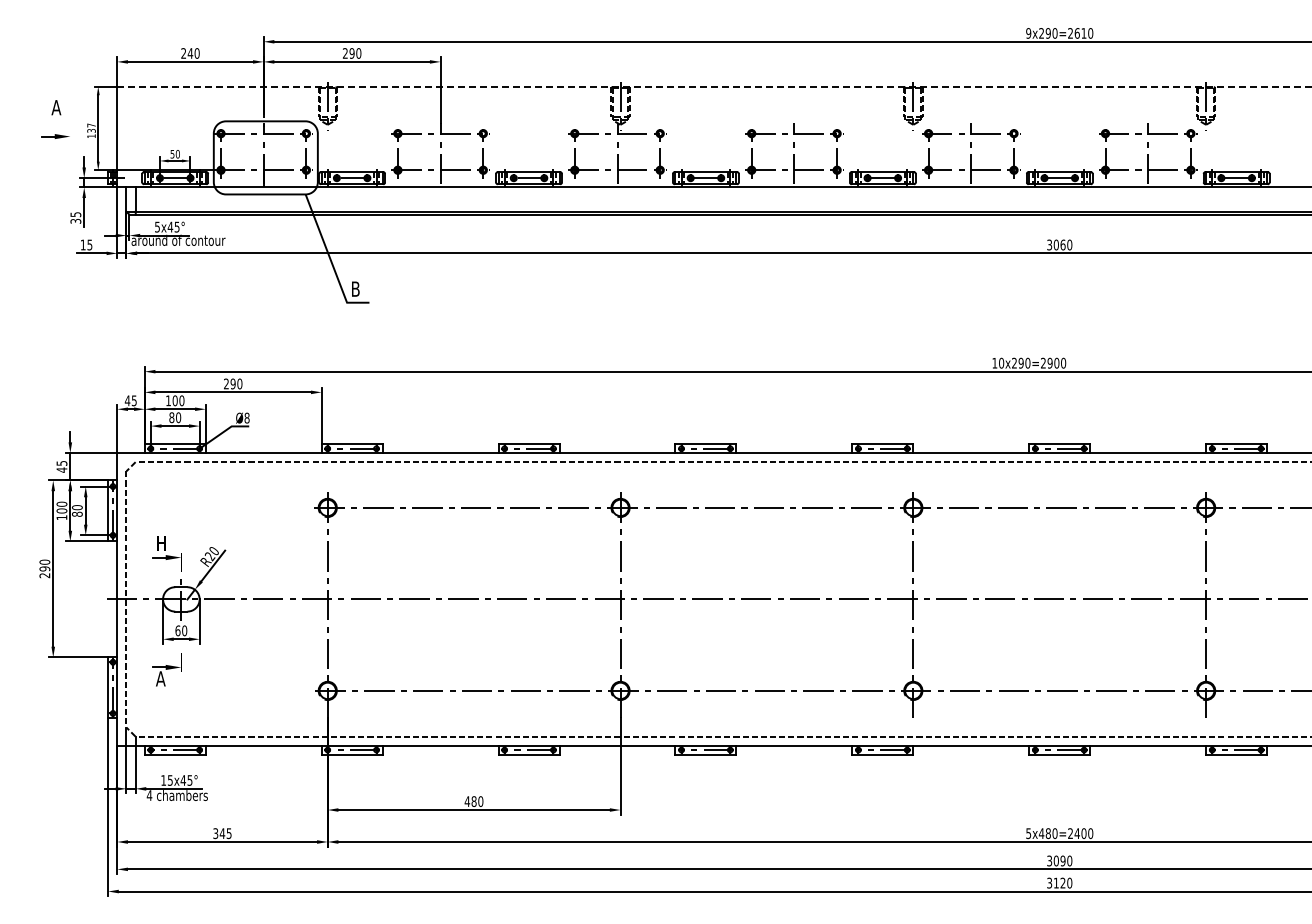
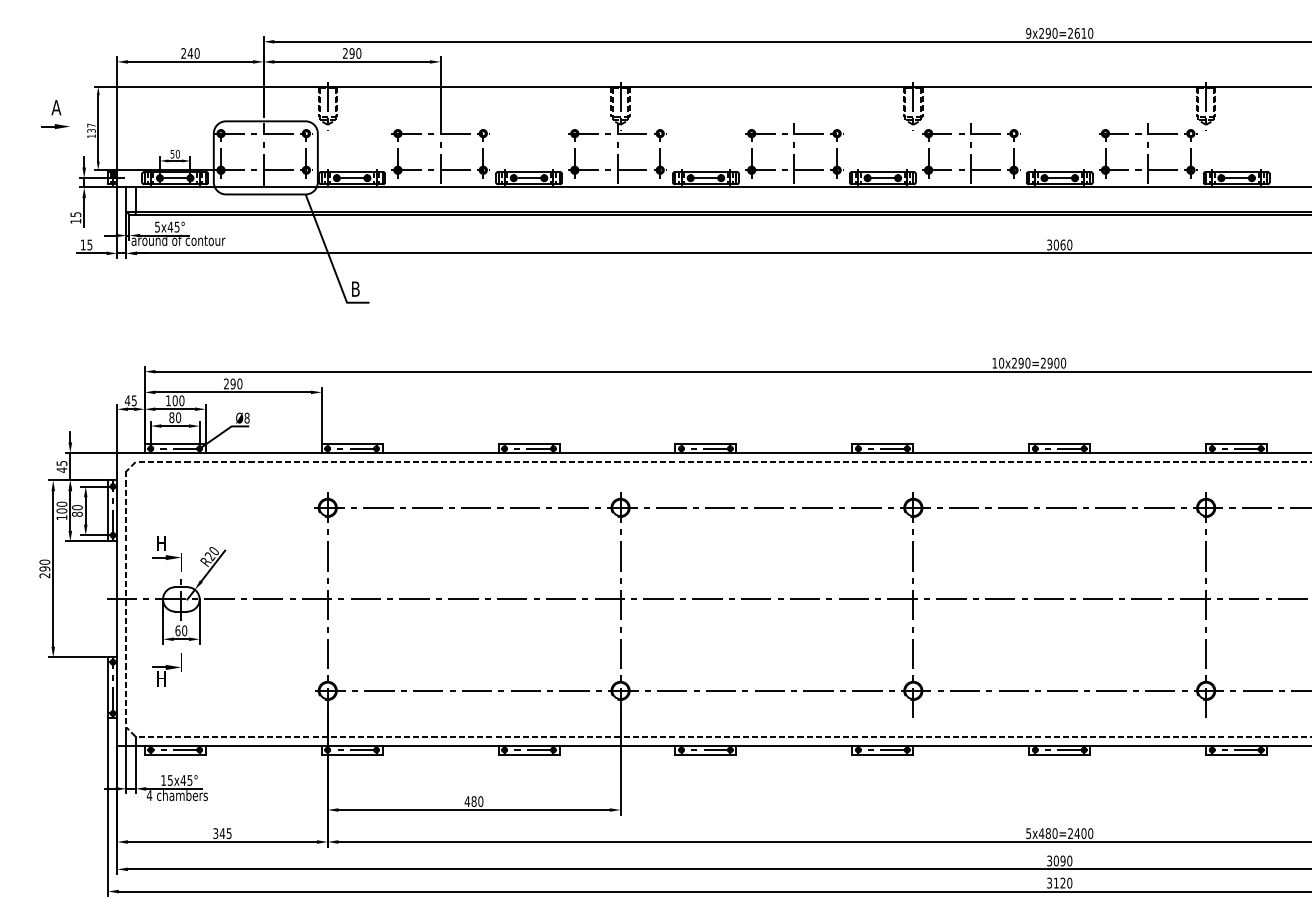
line at (714, 86): dashed -> solid
part at (55, 136) position: (55, 136) -> (55, 126)
text at (75, 221): 35 -> 15
text at (160, 678): A -> H
